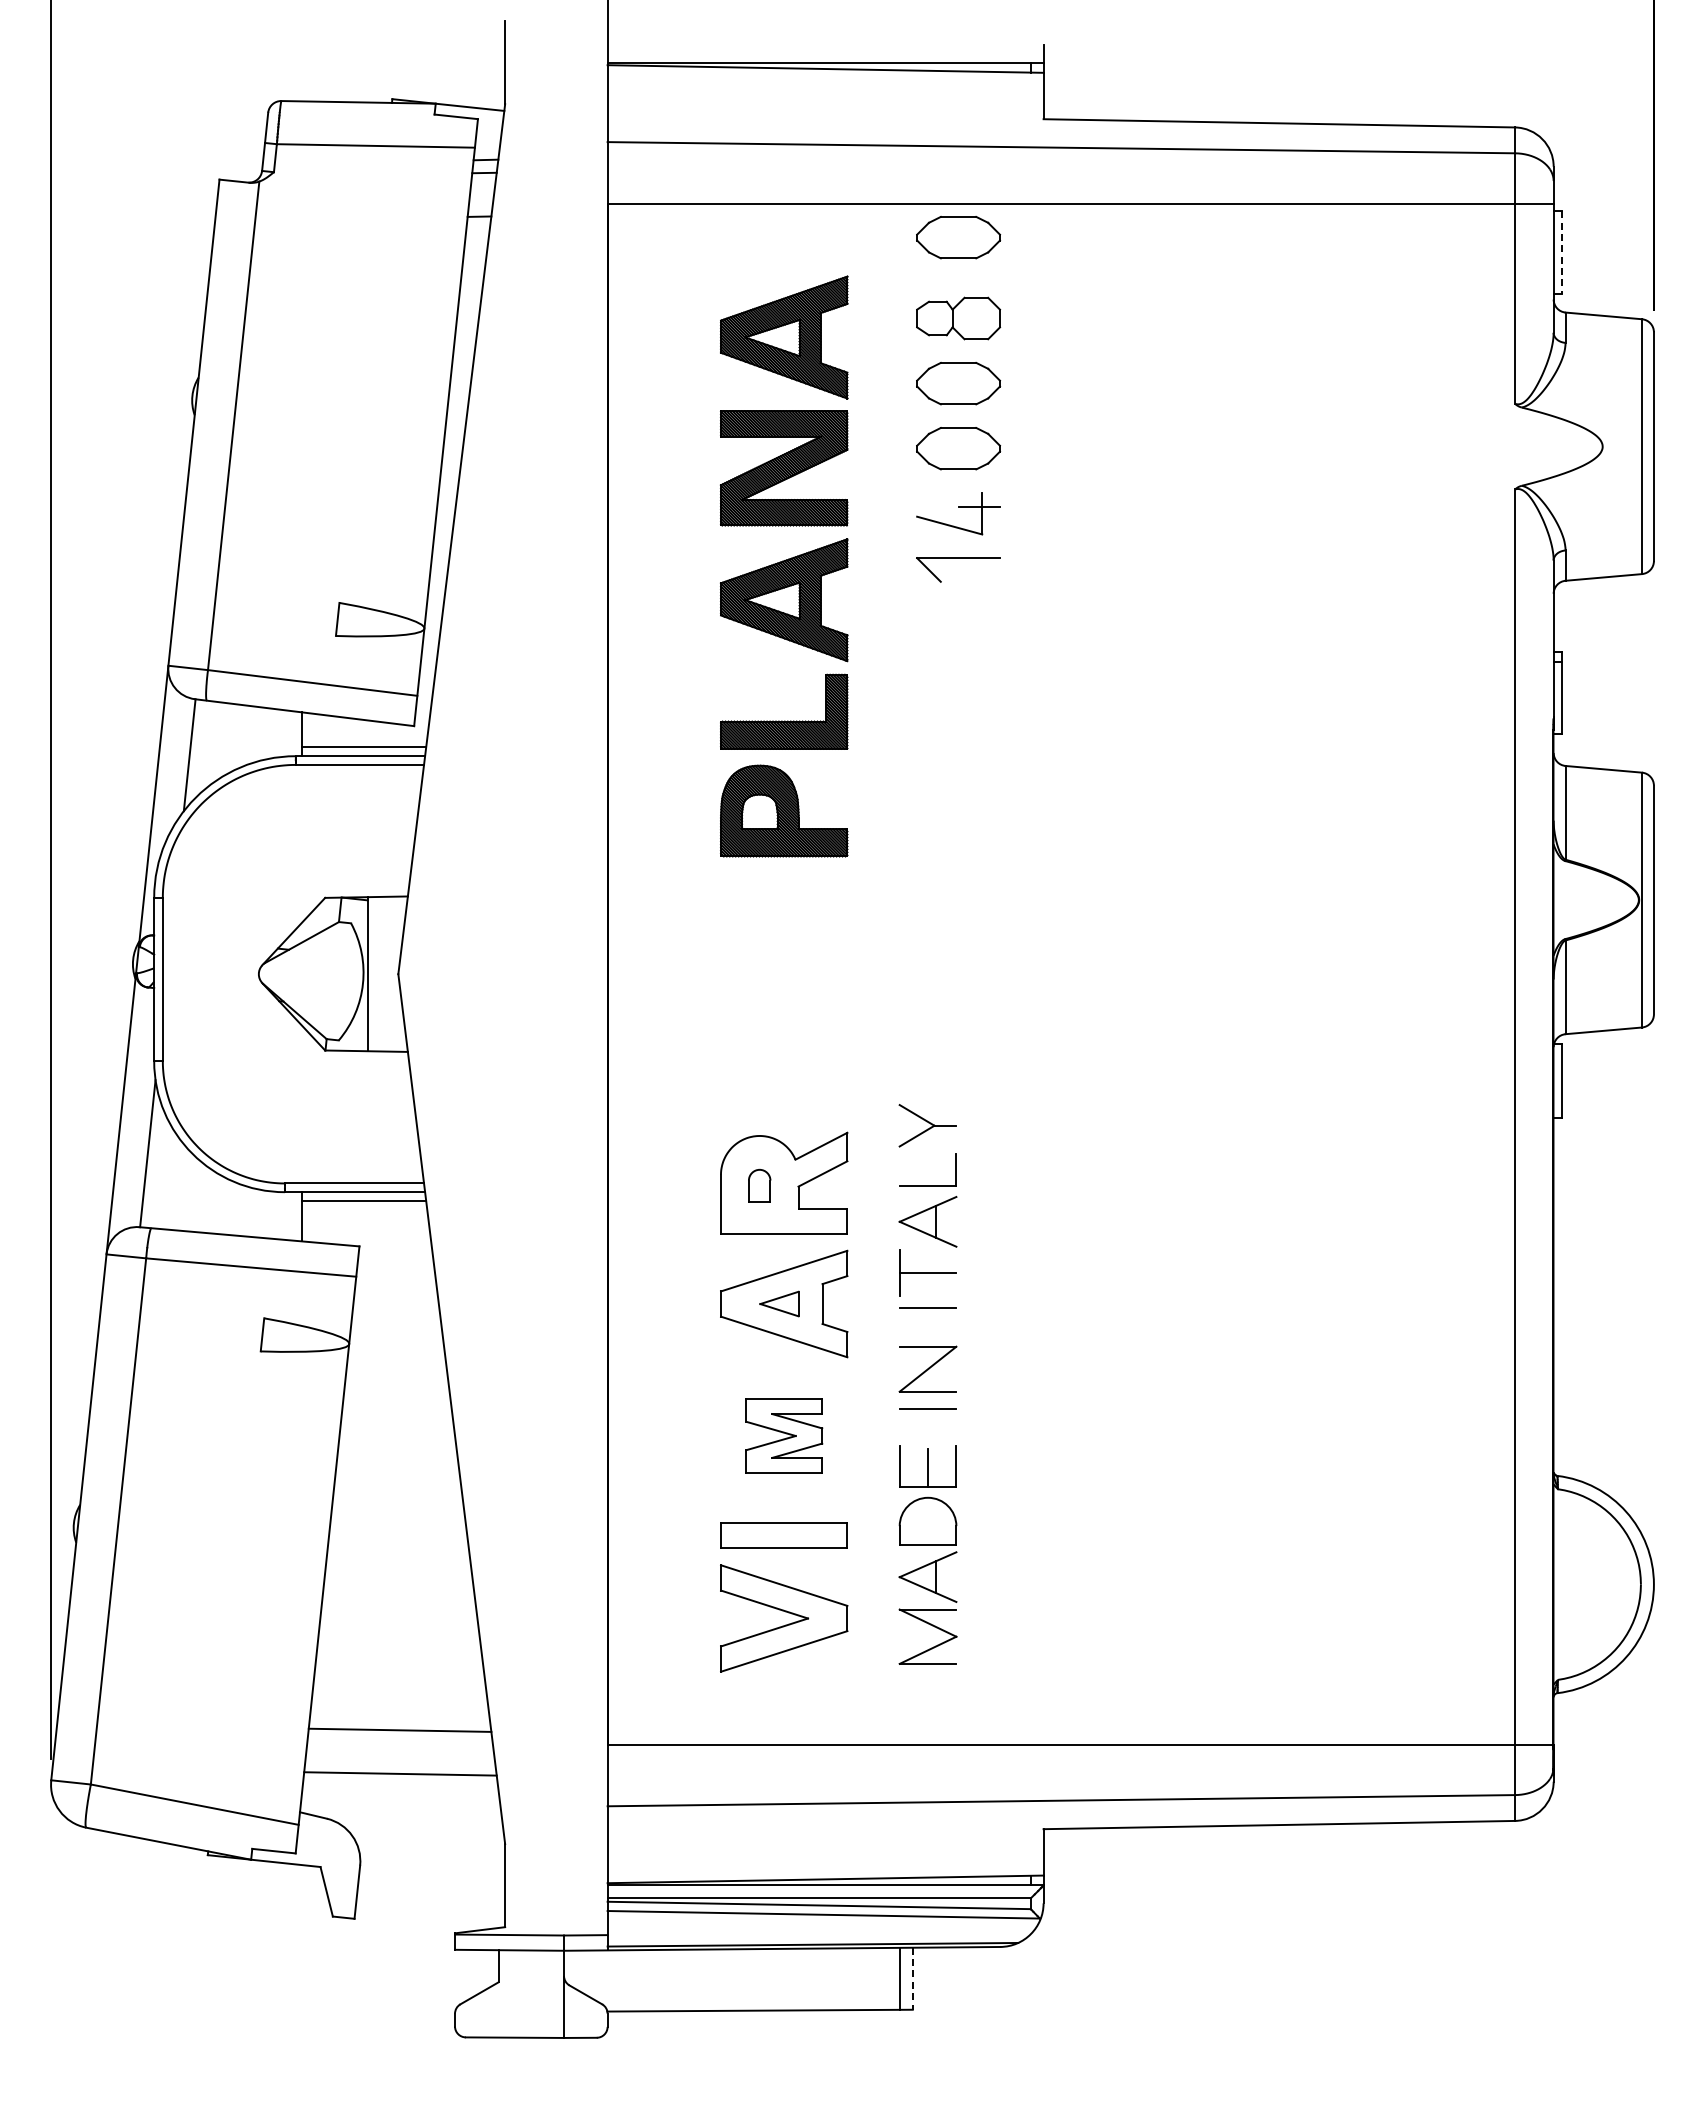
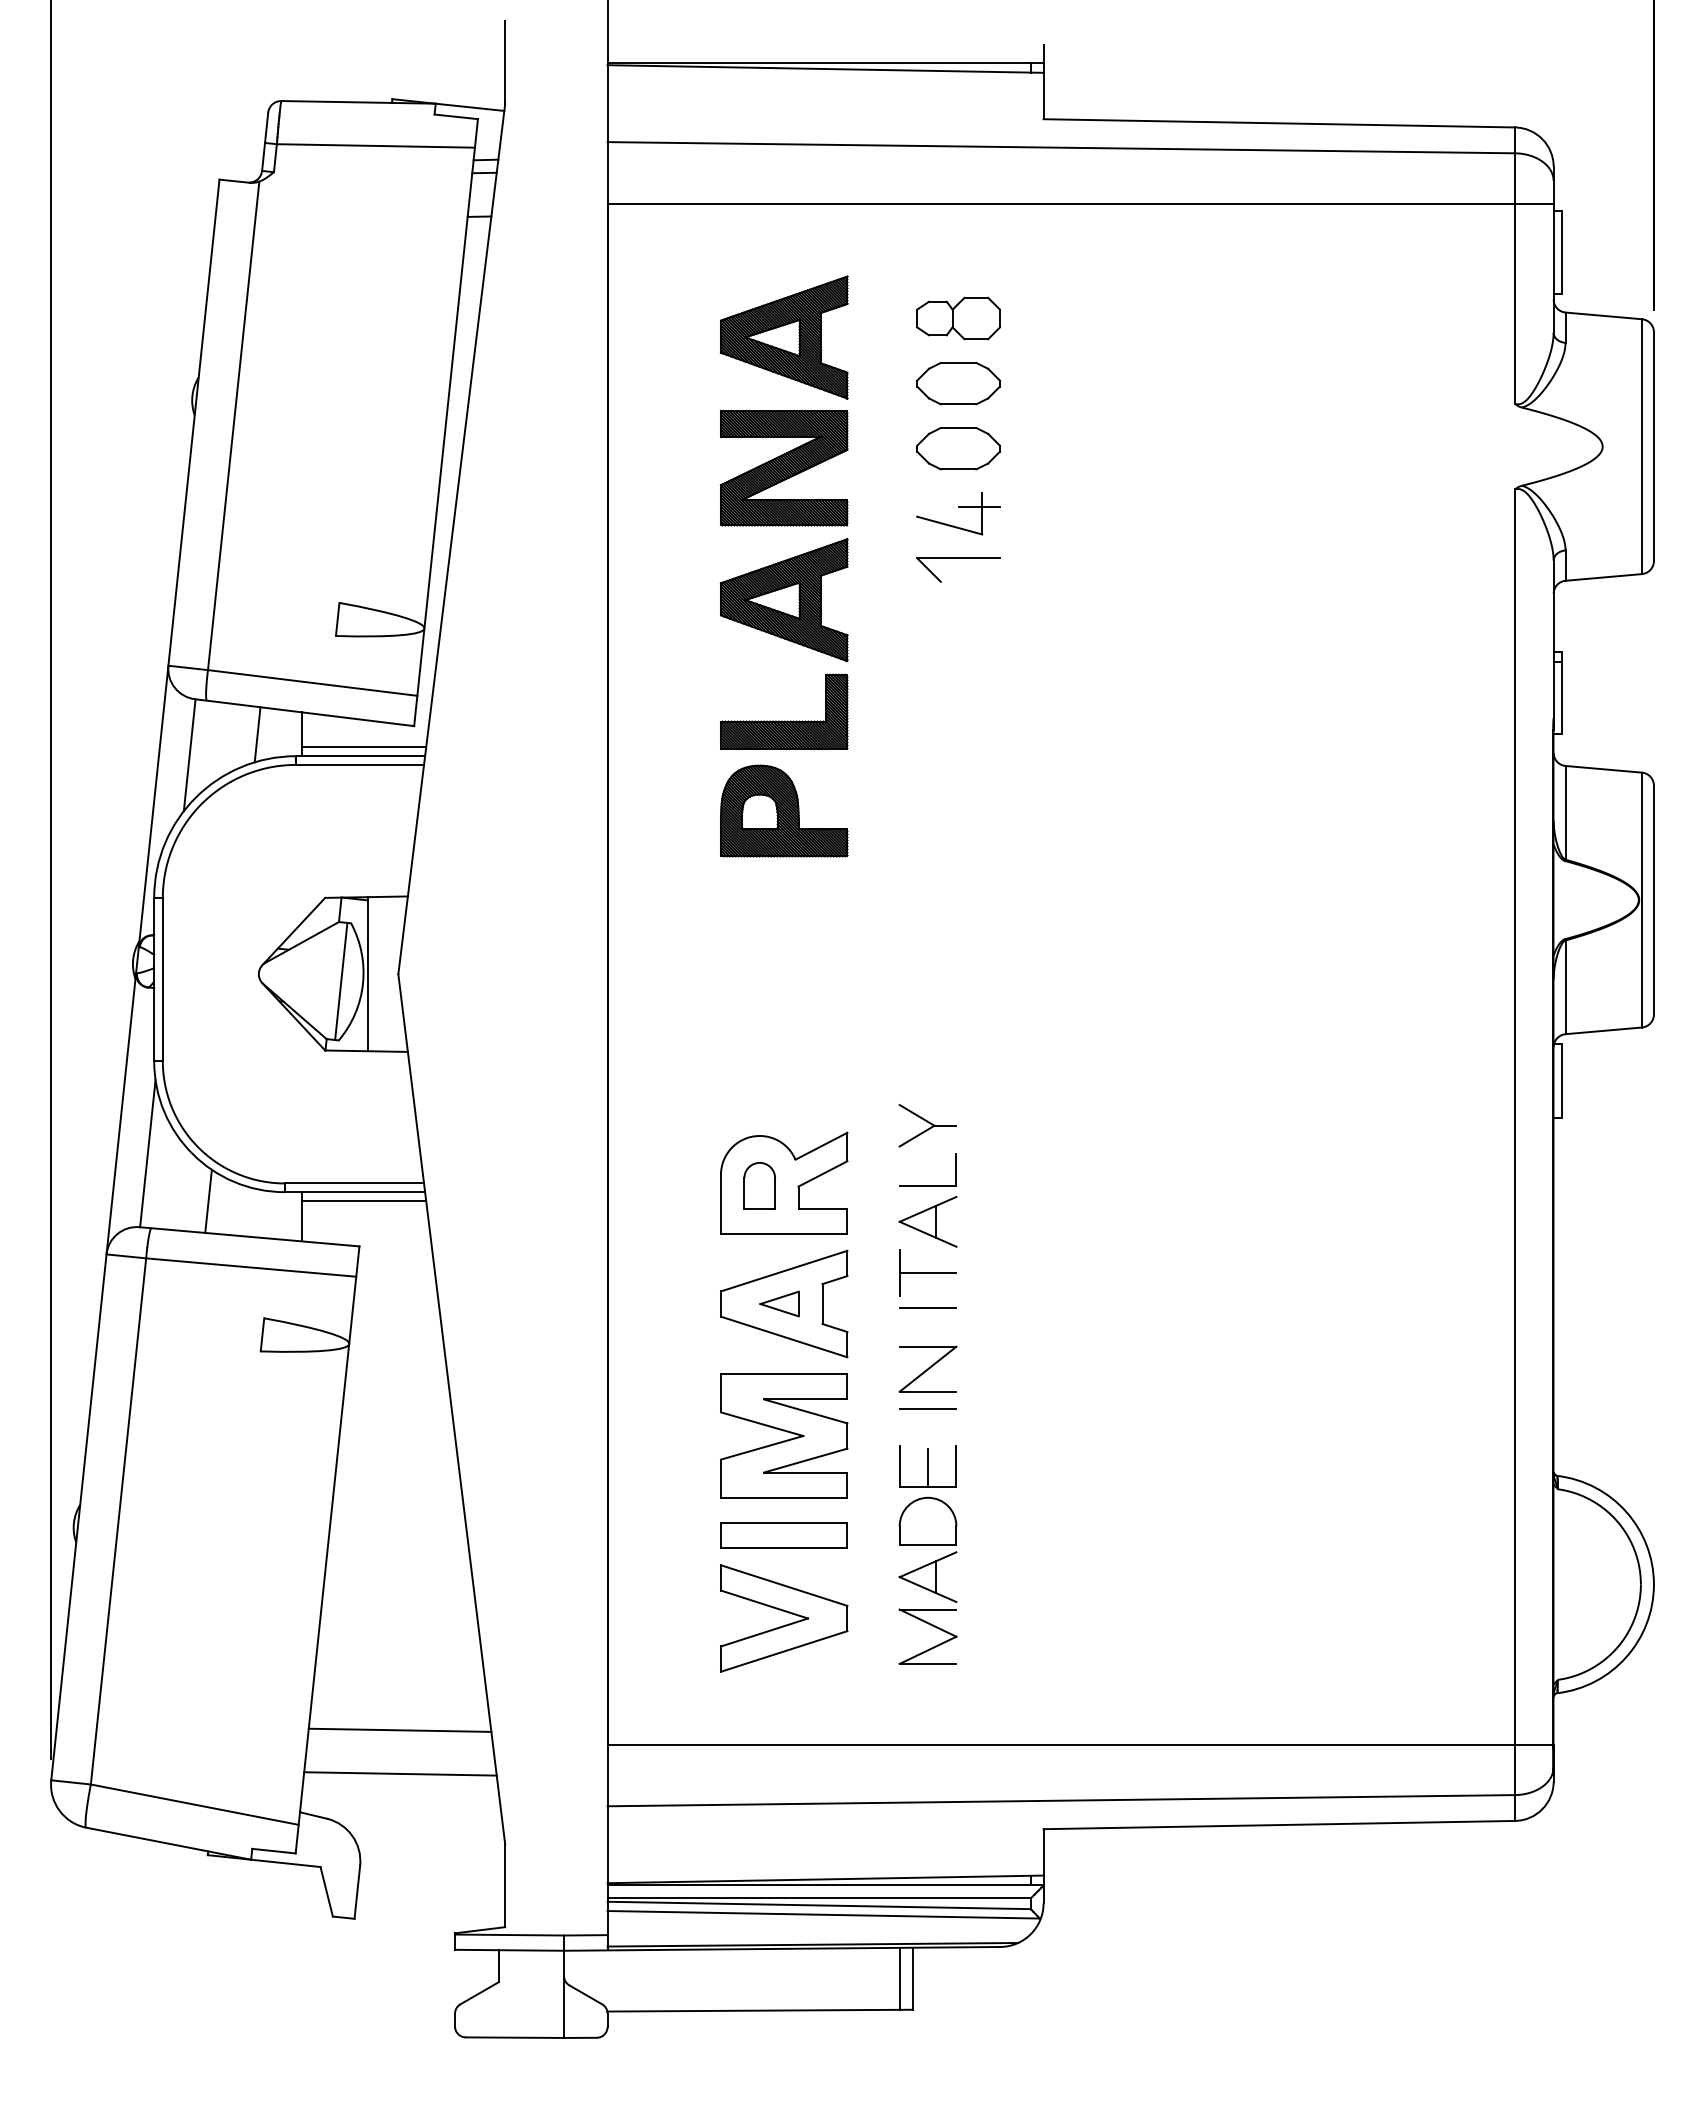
part at (958, 237): present -> none
line at (1562, 253): dashed -> solid
line at (257, 734): none -> present
line at (341, 981): none -> present
part at (759, 1185) size: 24x35 px -> 33x48 px
line at (208, 1200): none -> present
part at (784, 1435) size: 79x76 px -> 129x126 px
line at (912, 1979): dashed -> solid
